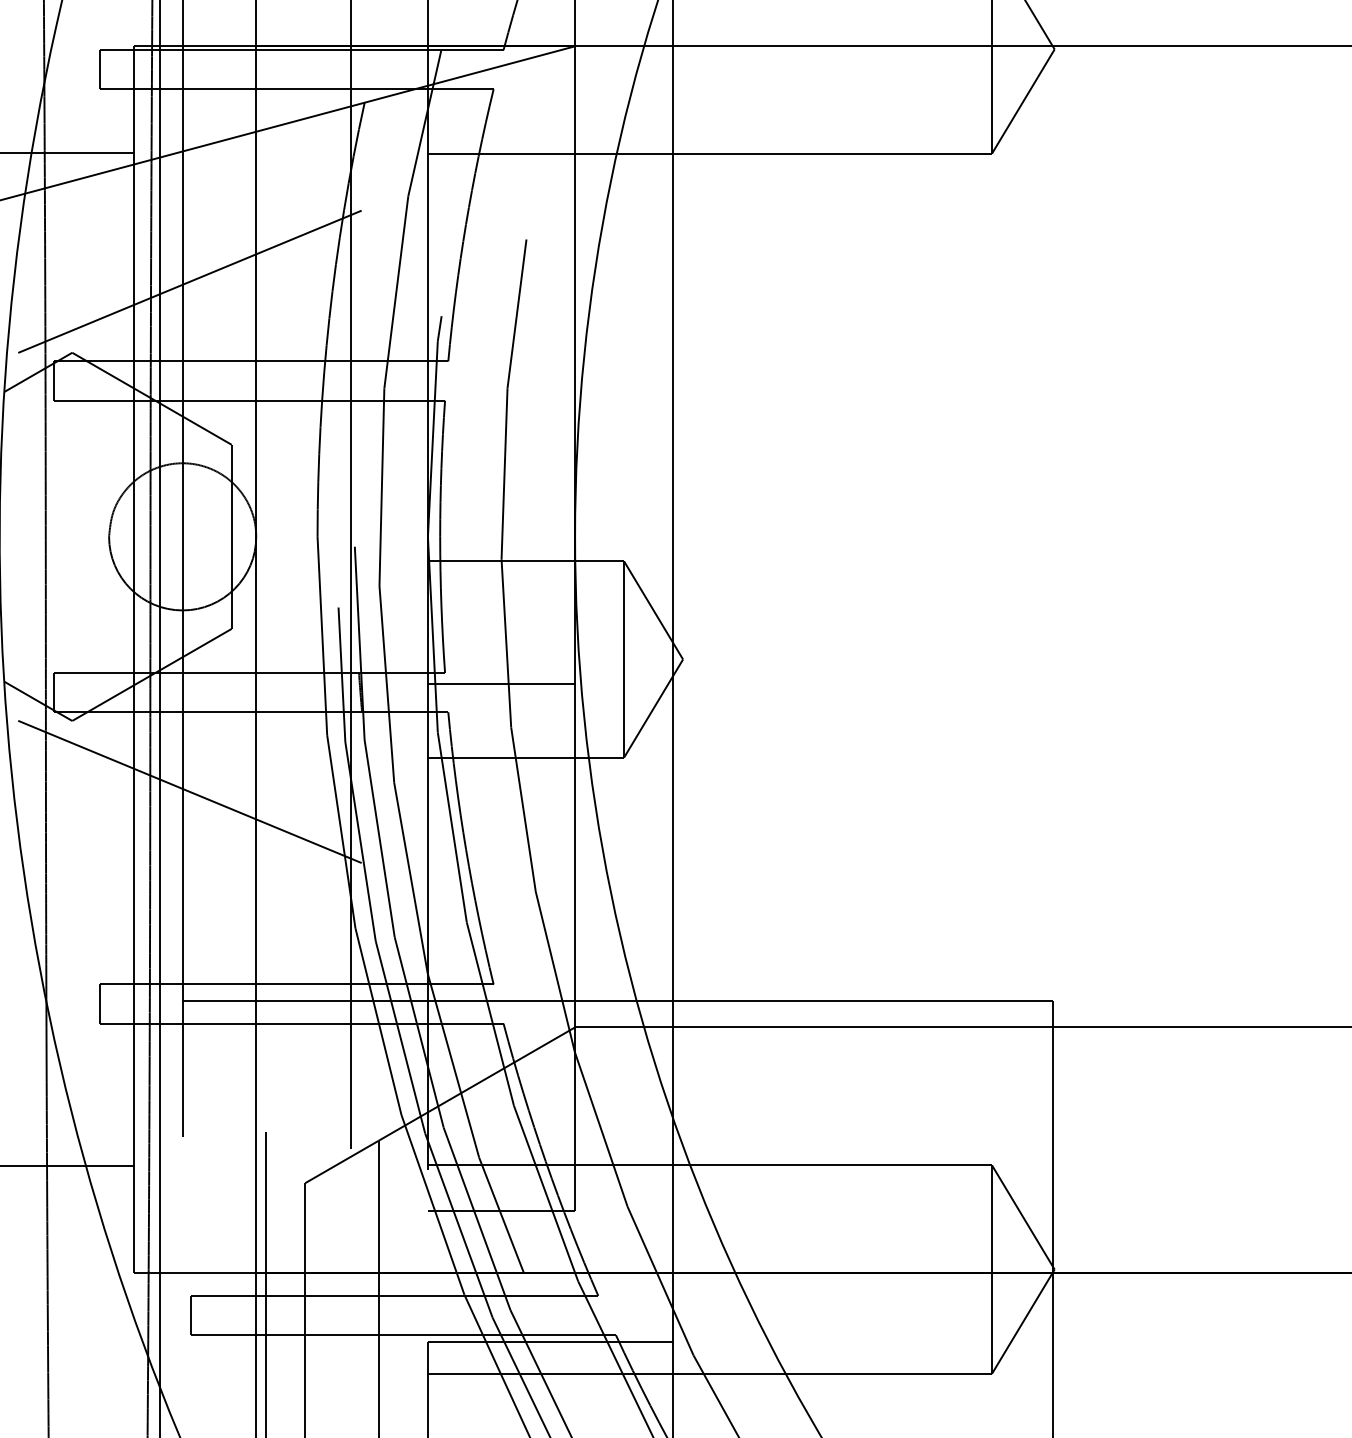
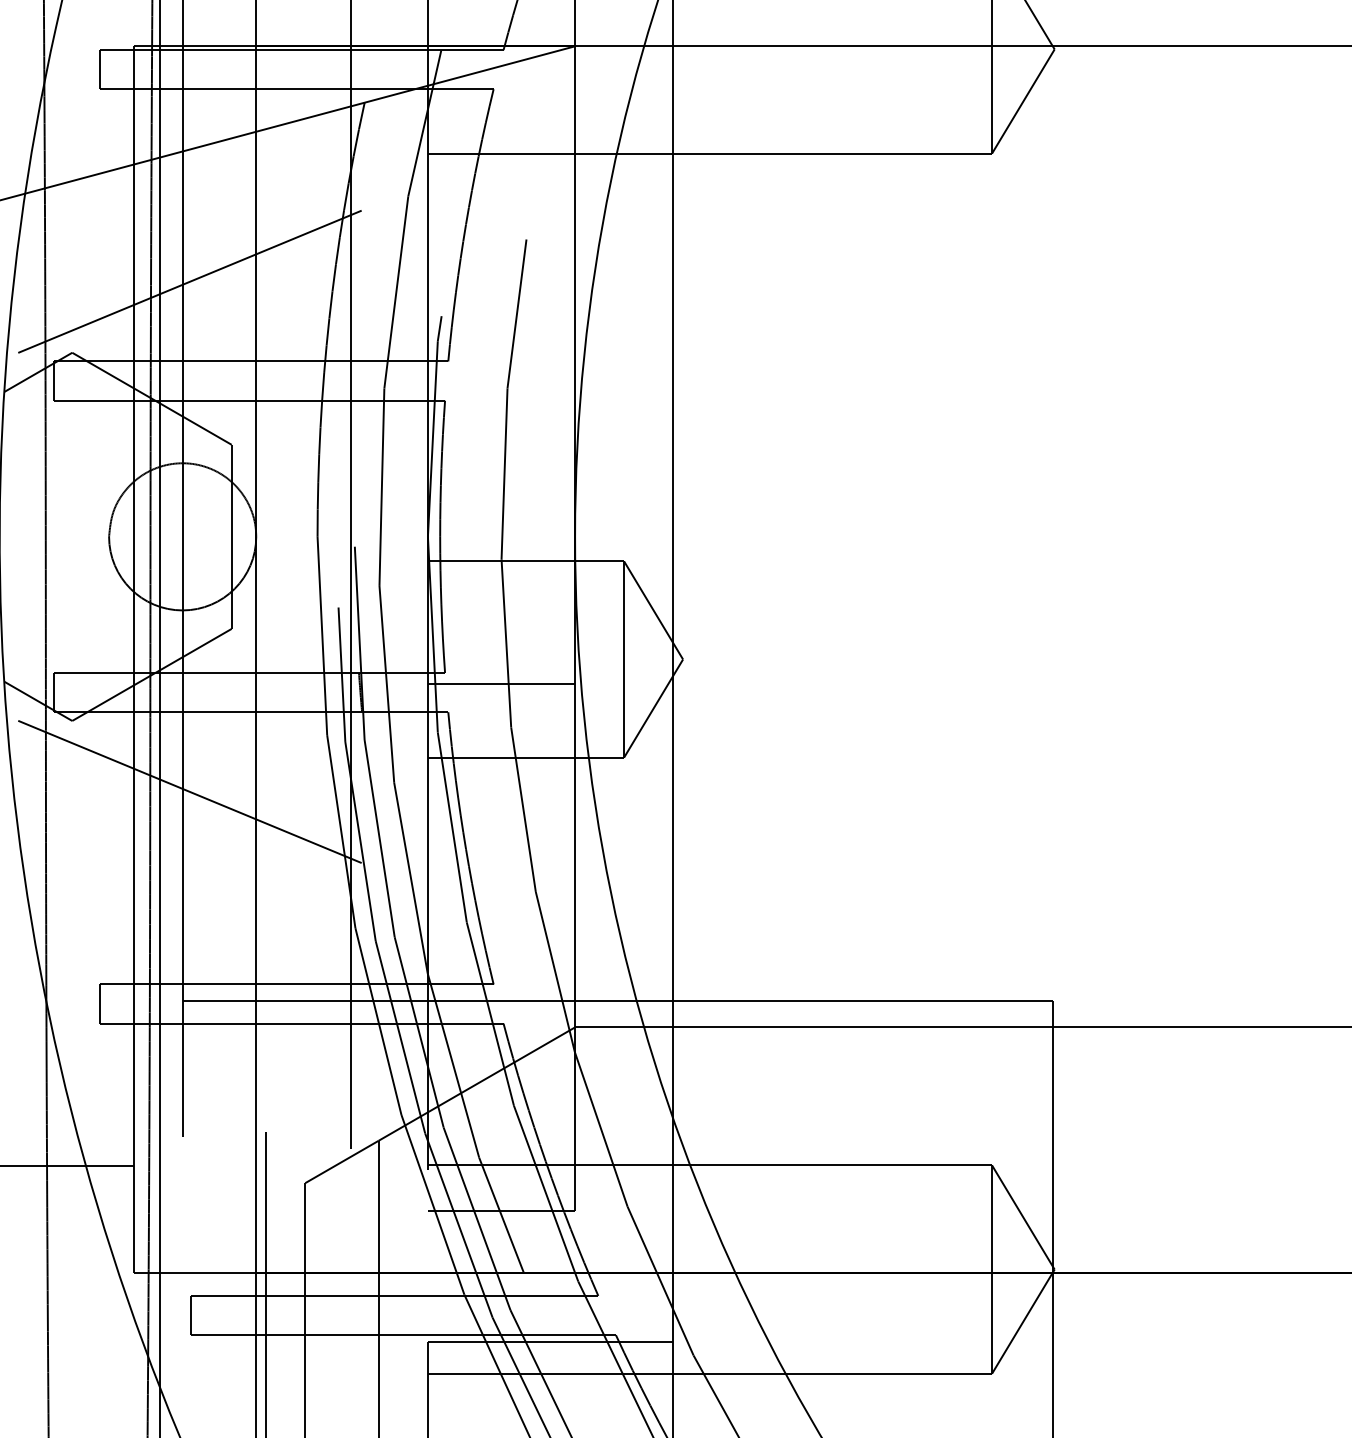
line at (67, 153): present -> none
